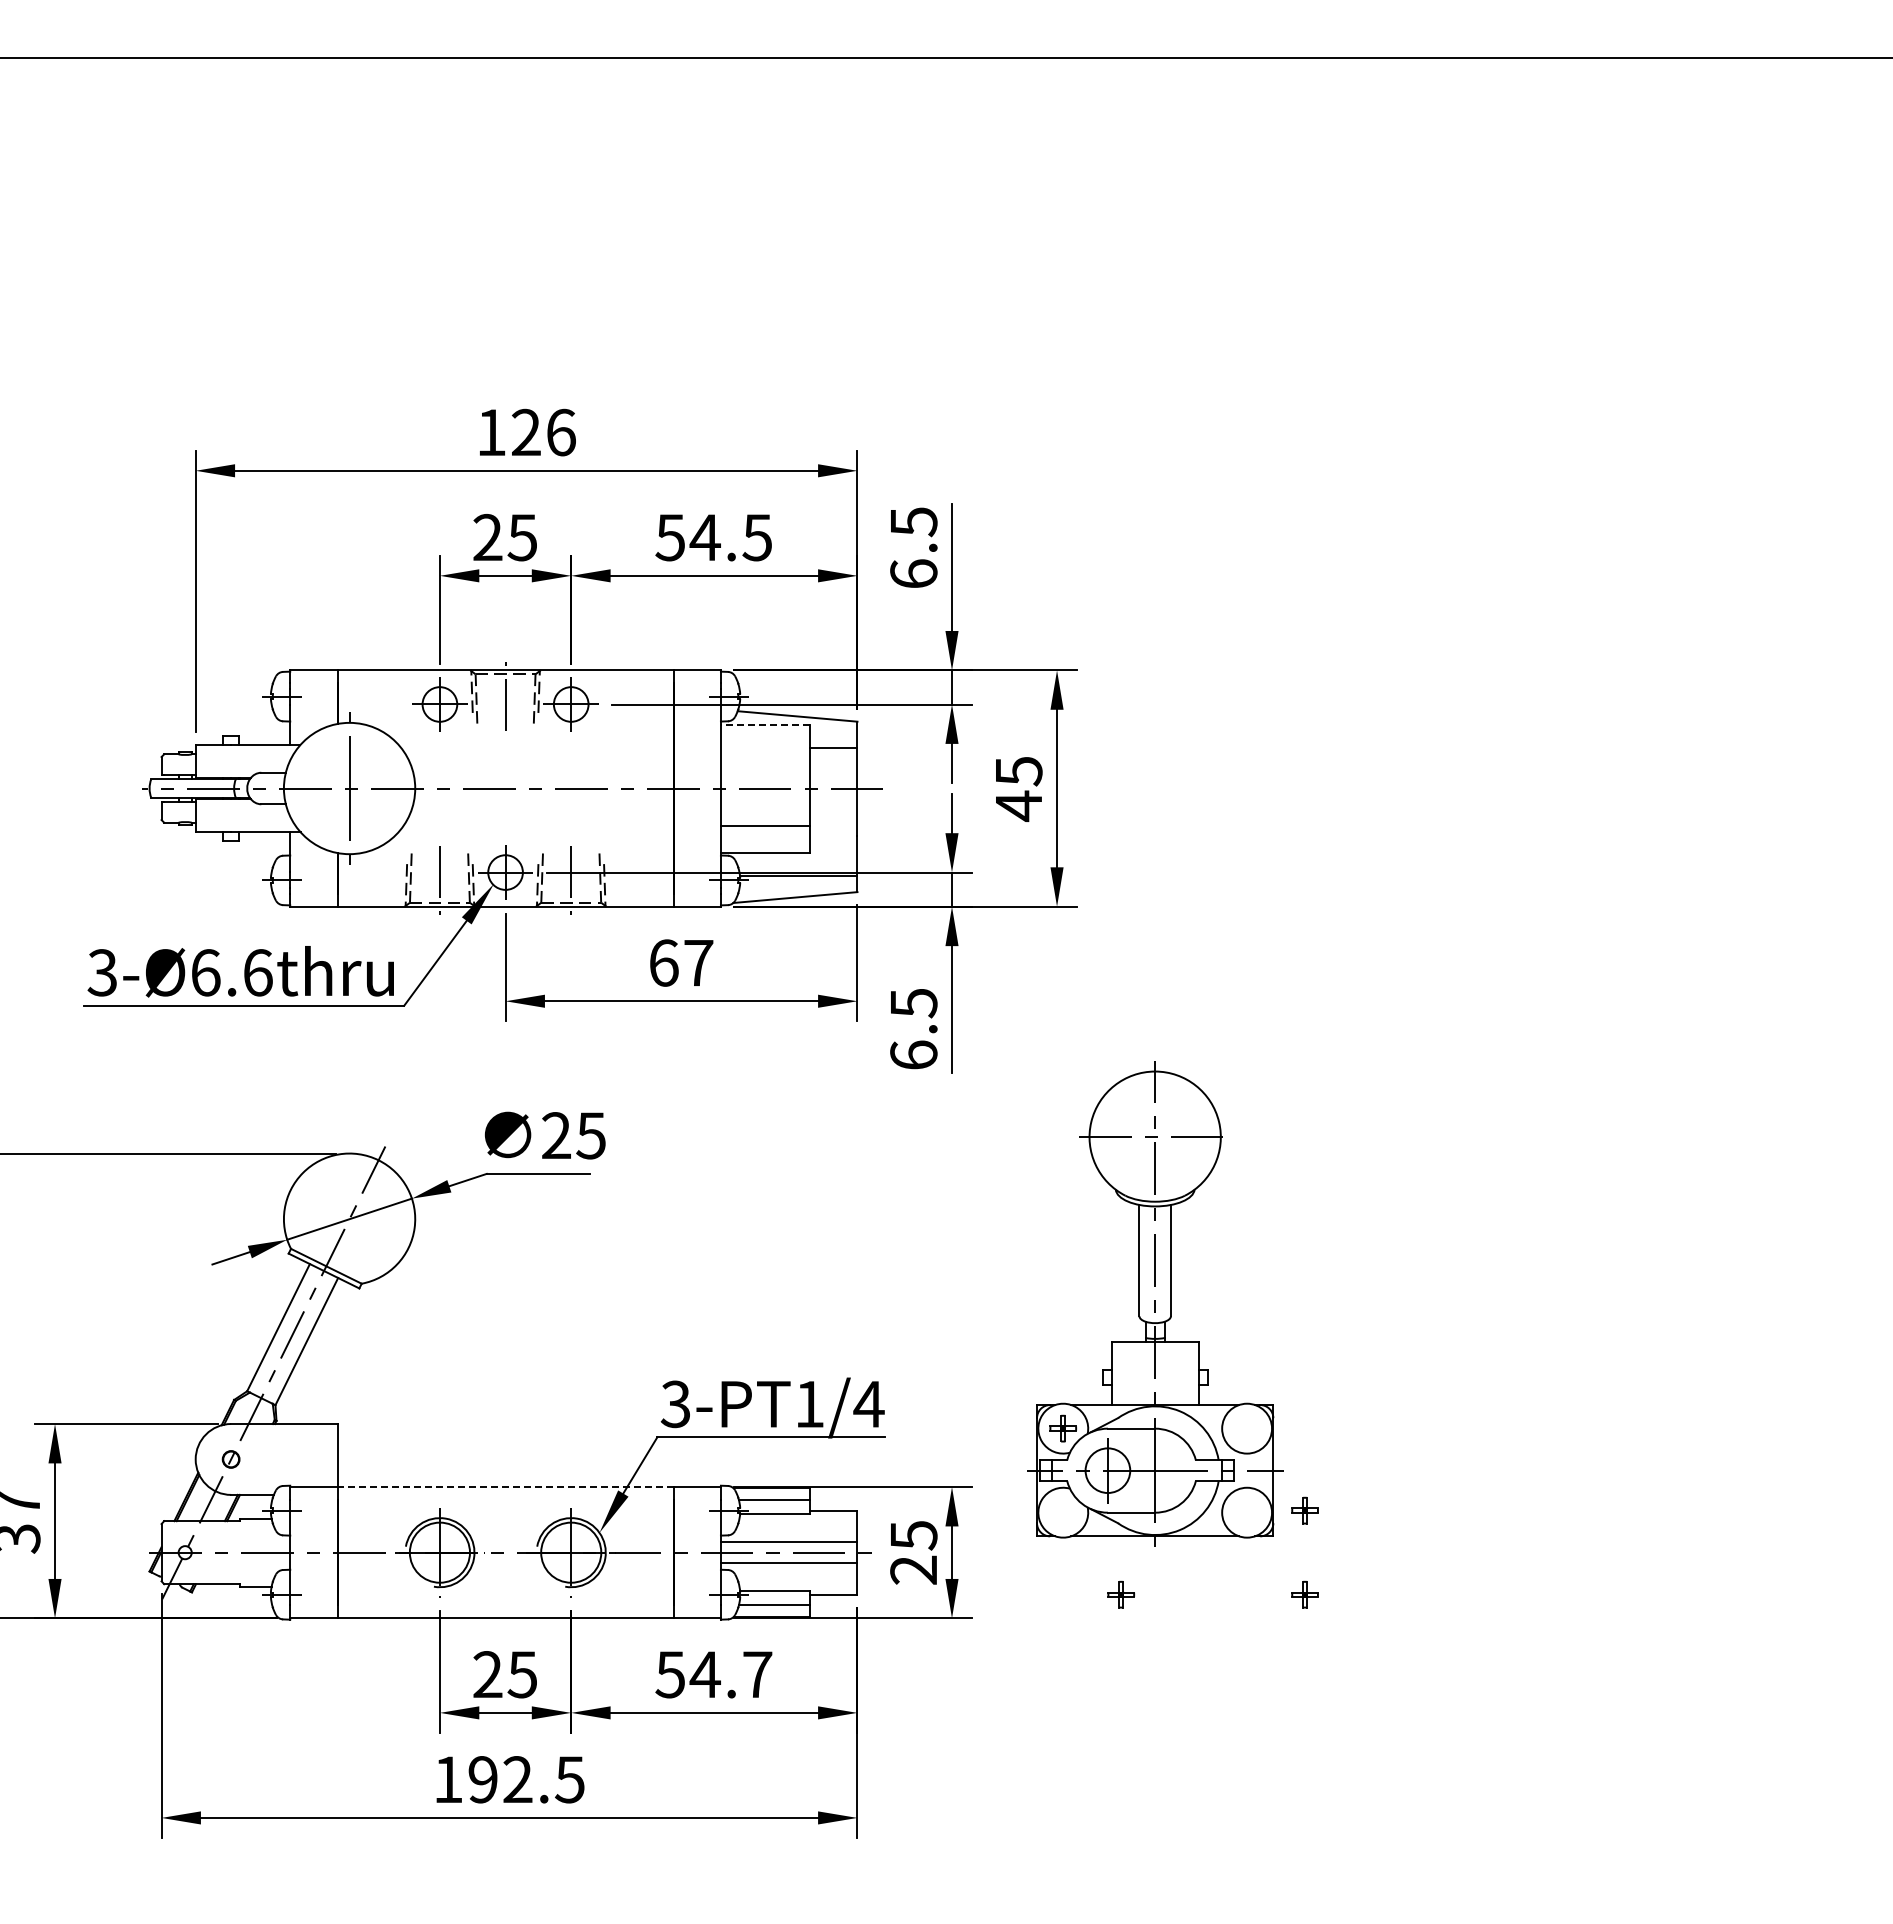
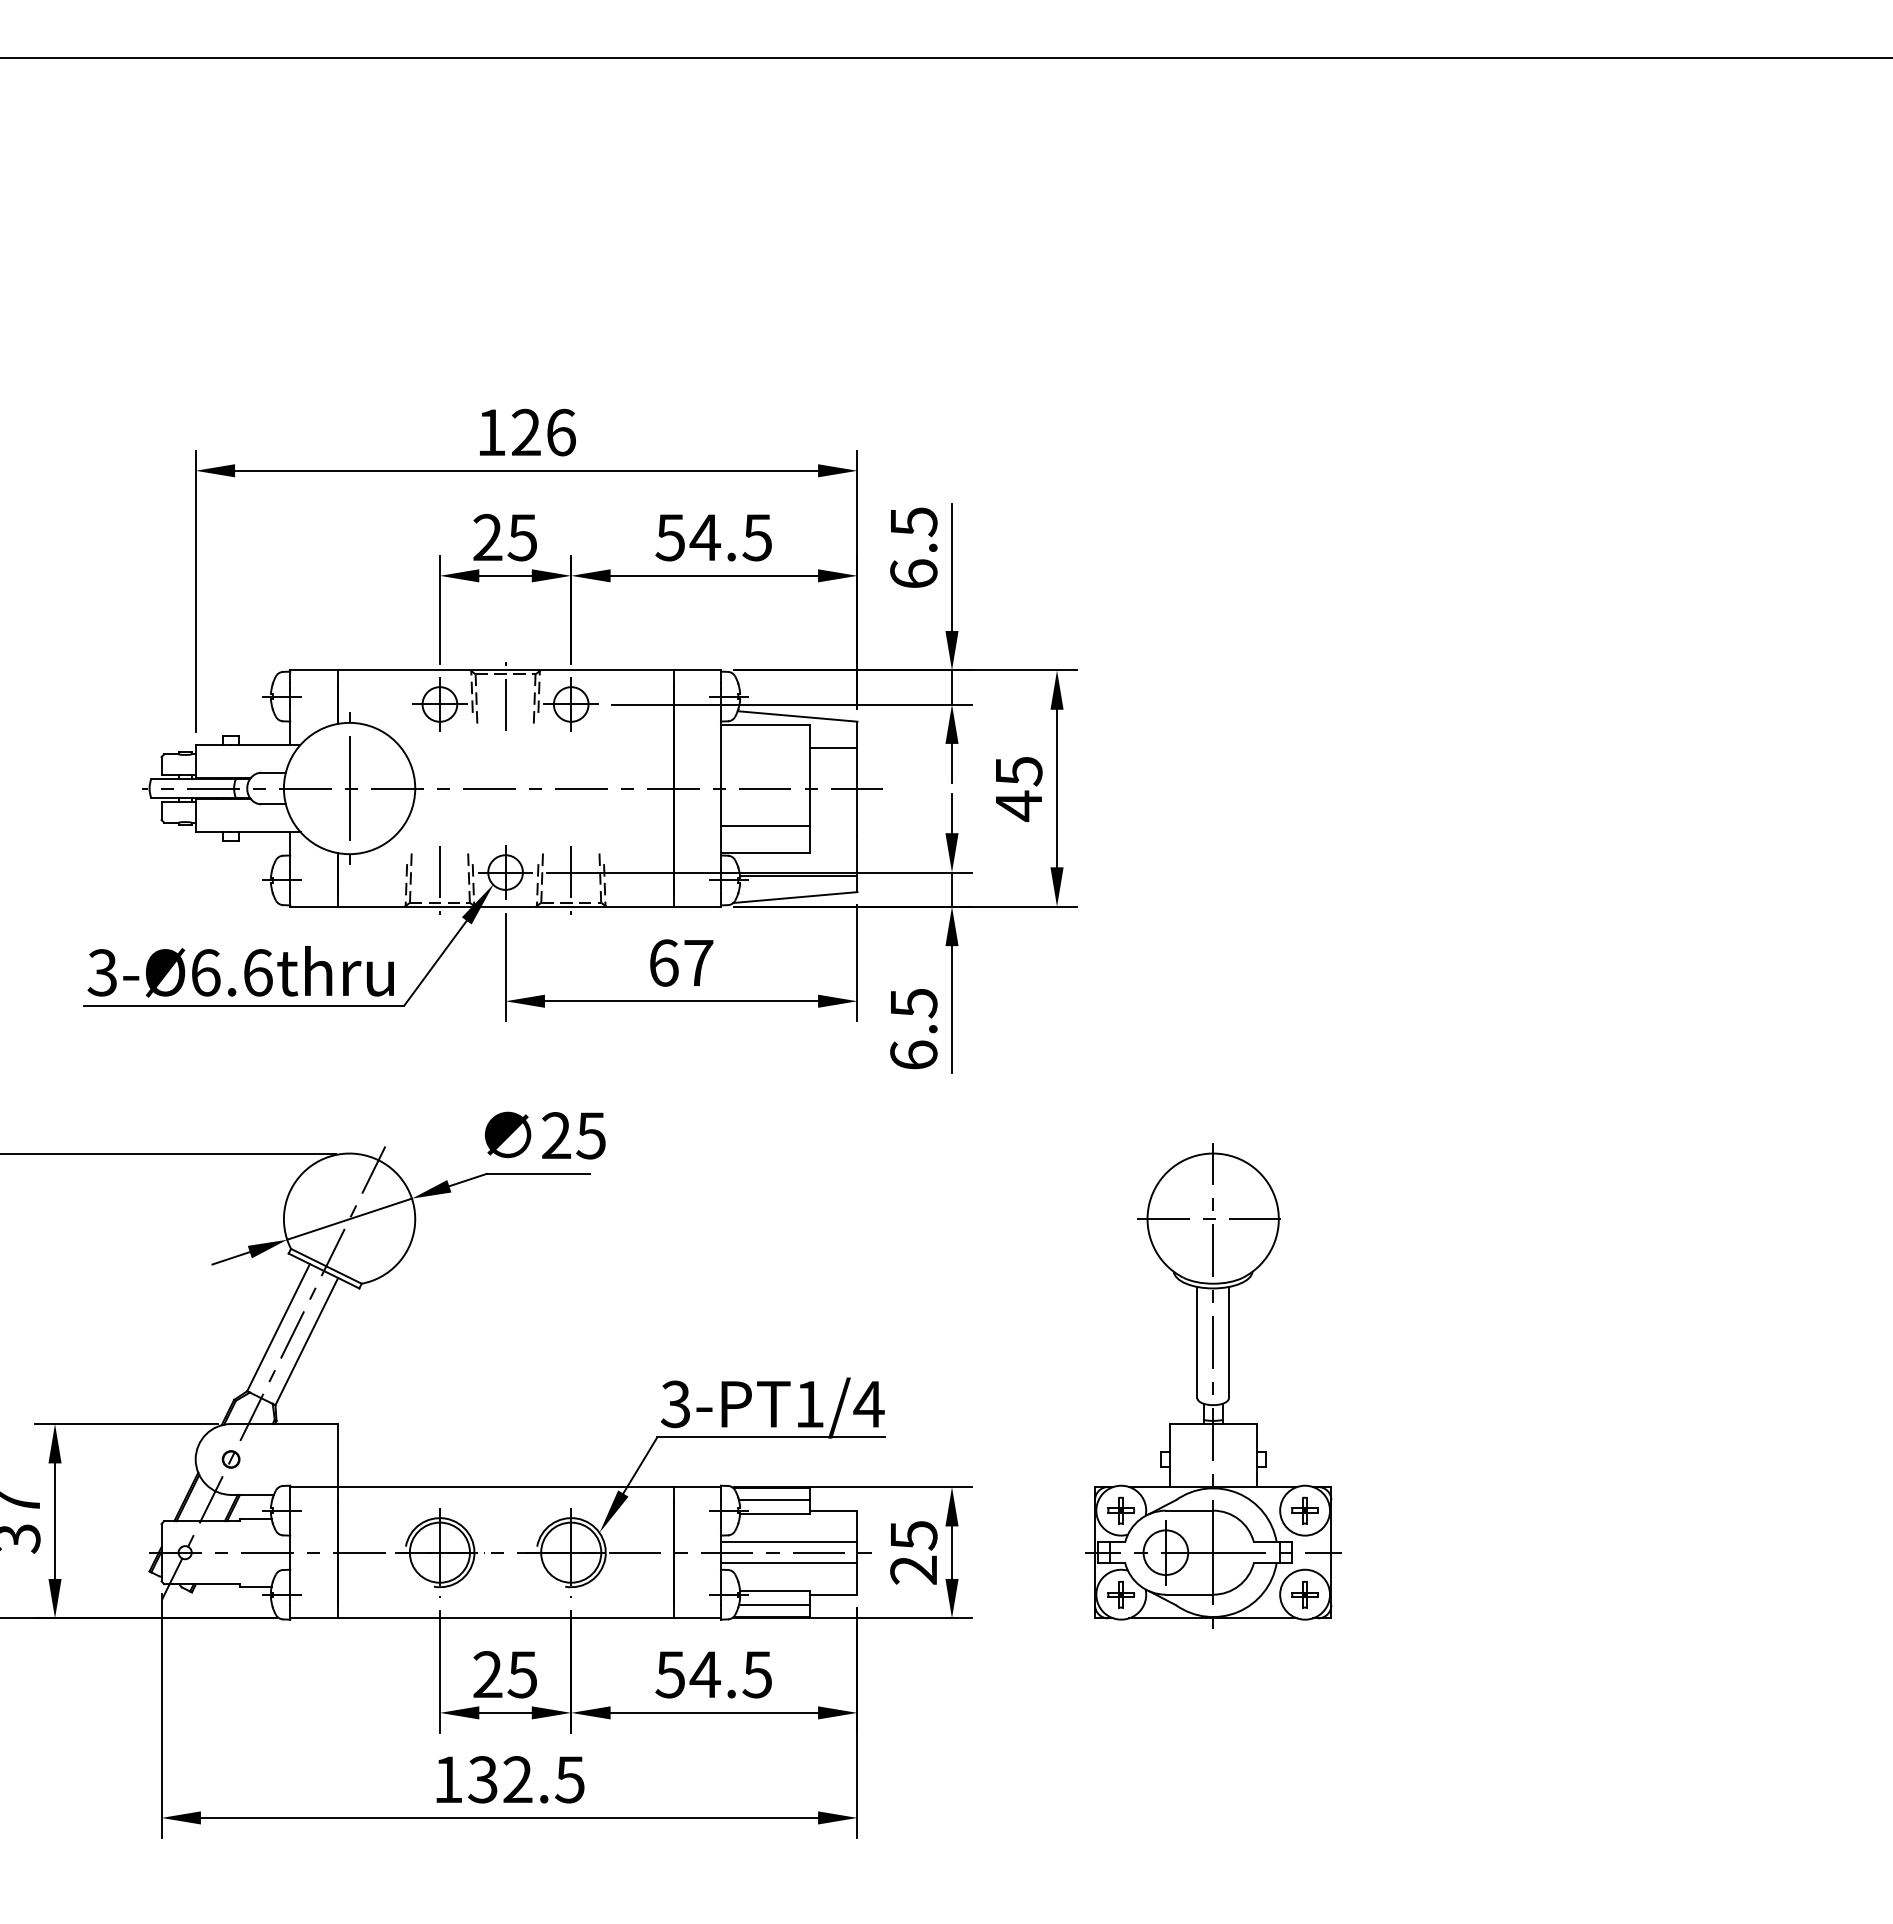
line at (765, 725): dashed -> solid
part at (1155, 1303) position: (1155, 1303) -> (1213, 1385)
line at (505, 1487): dashed -> solid
text at (757, 1674): 54.7 -> 54.5
text at (482, 1779): 192.5 -> 132.5
